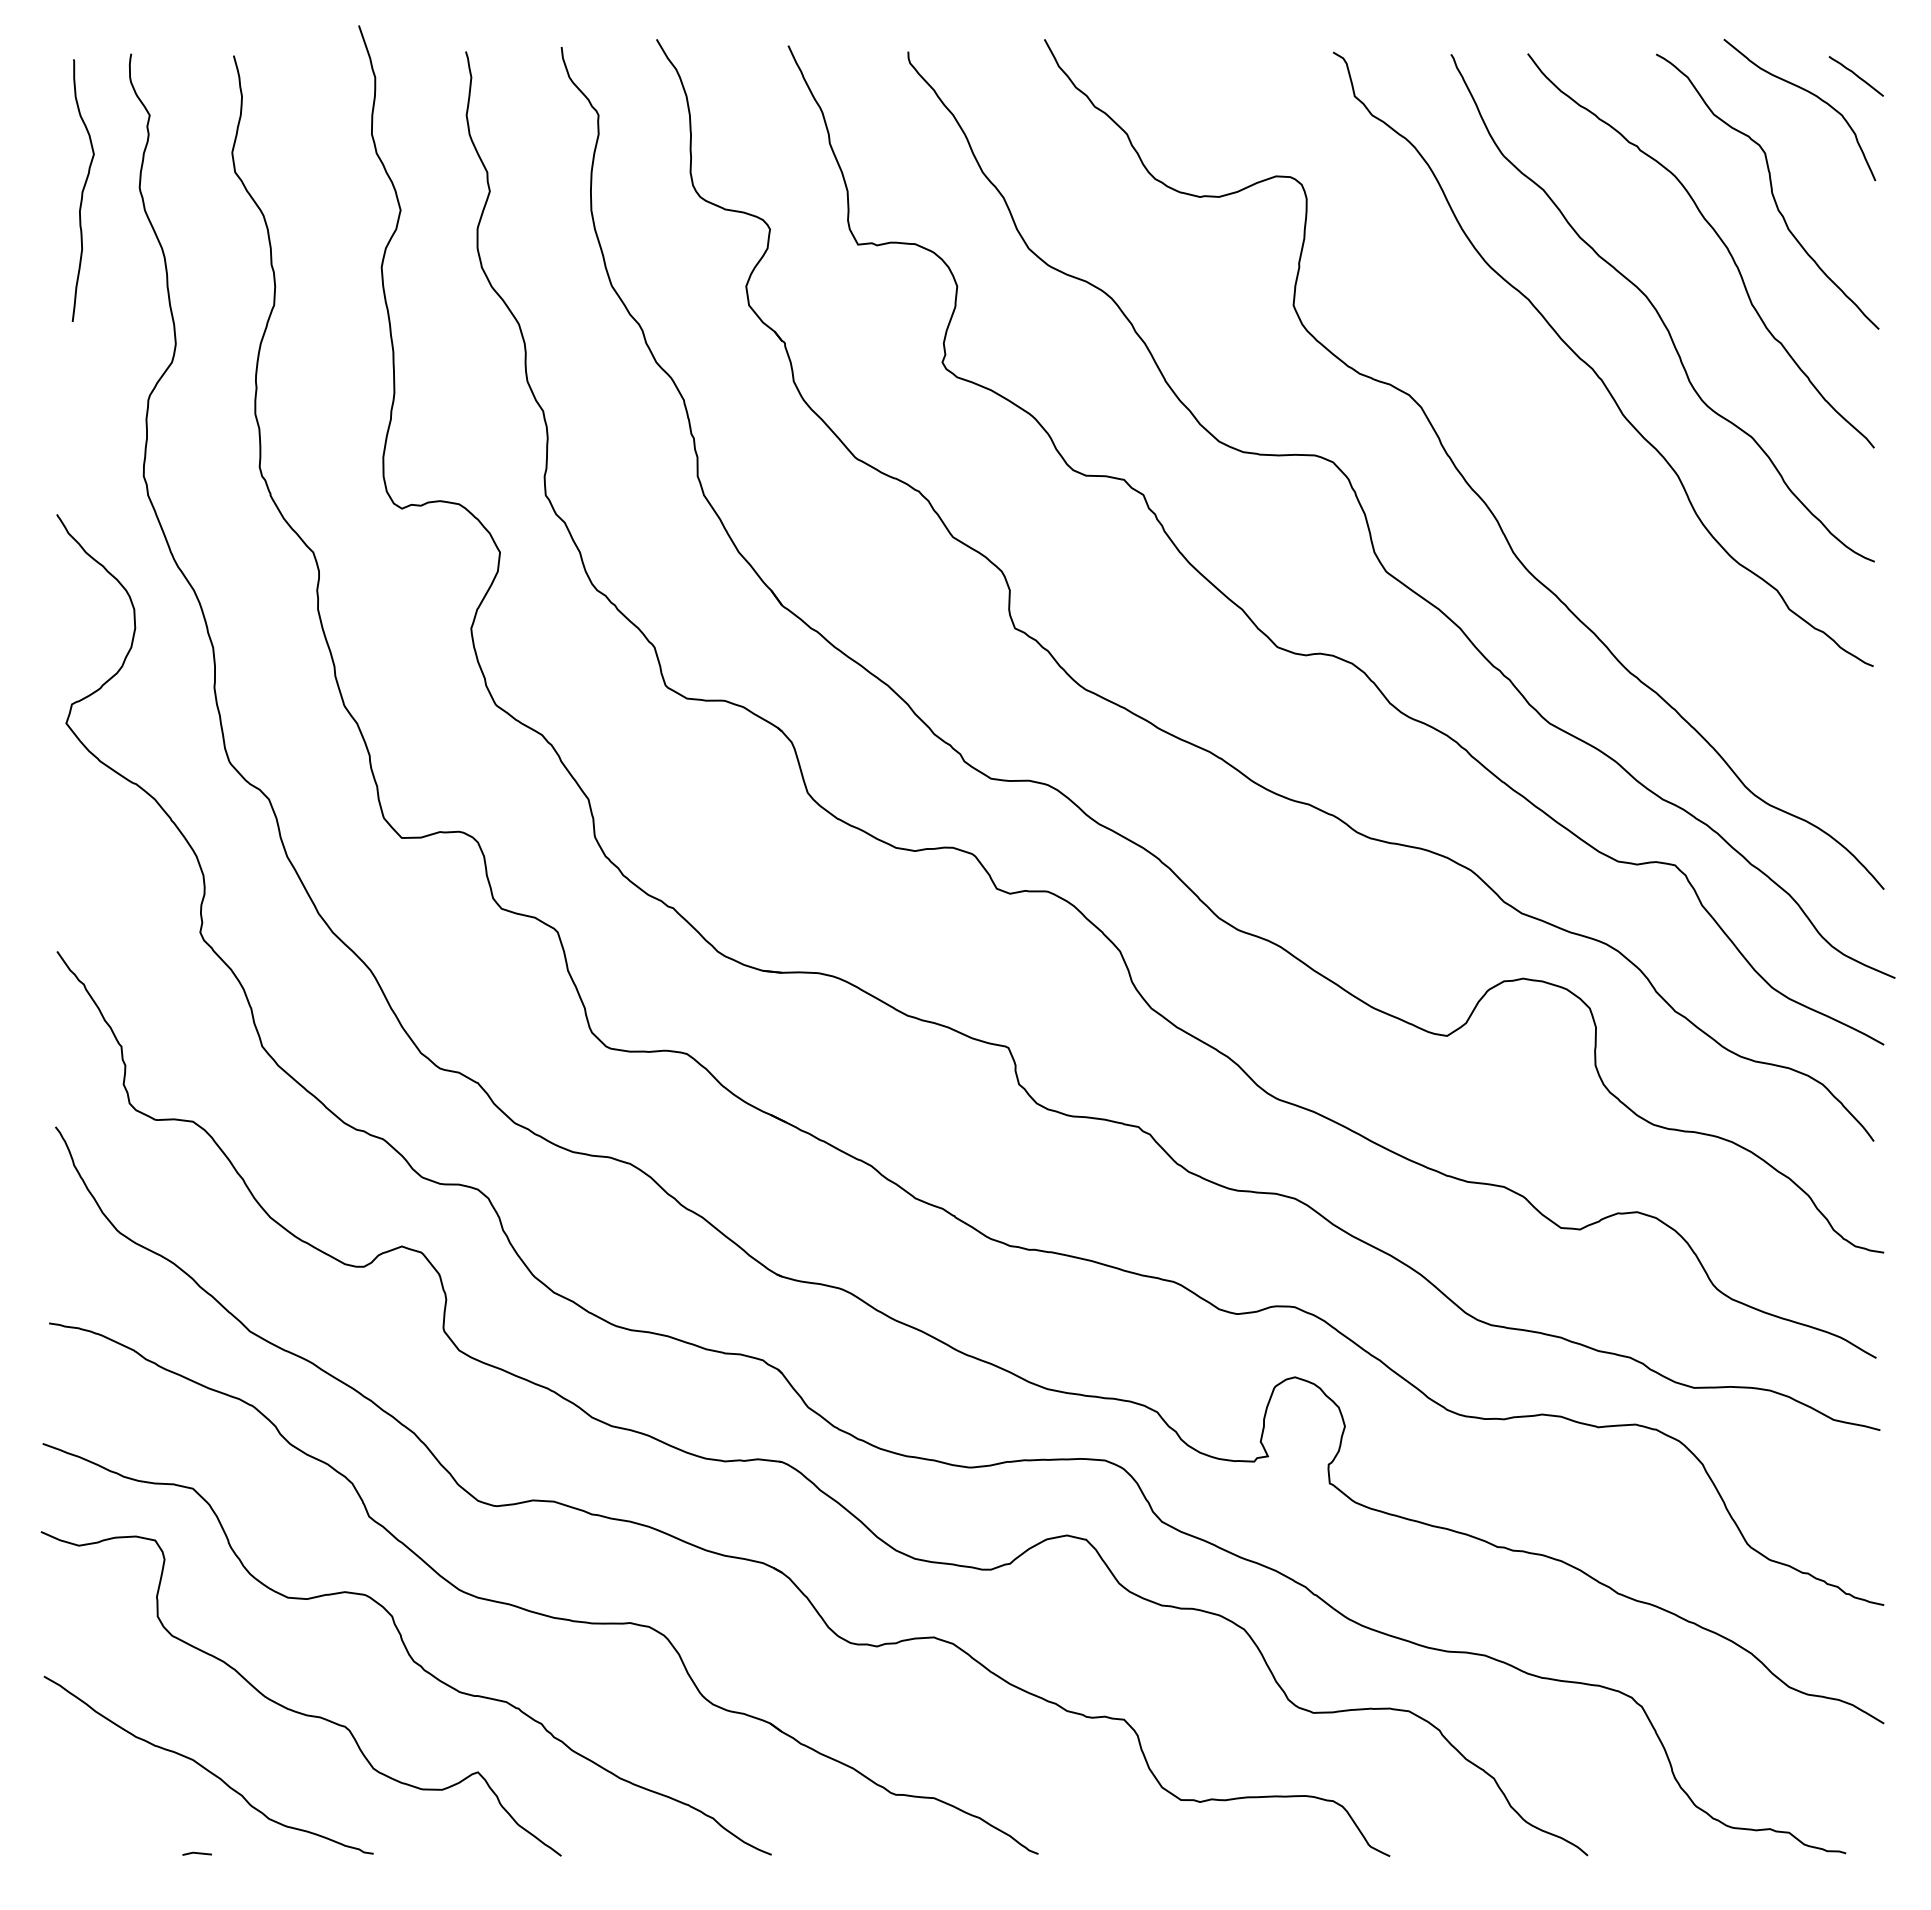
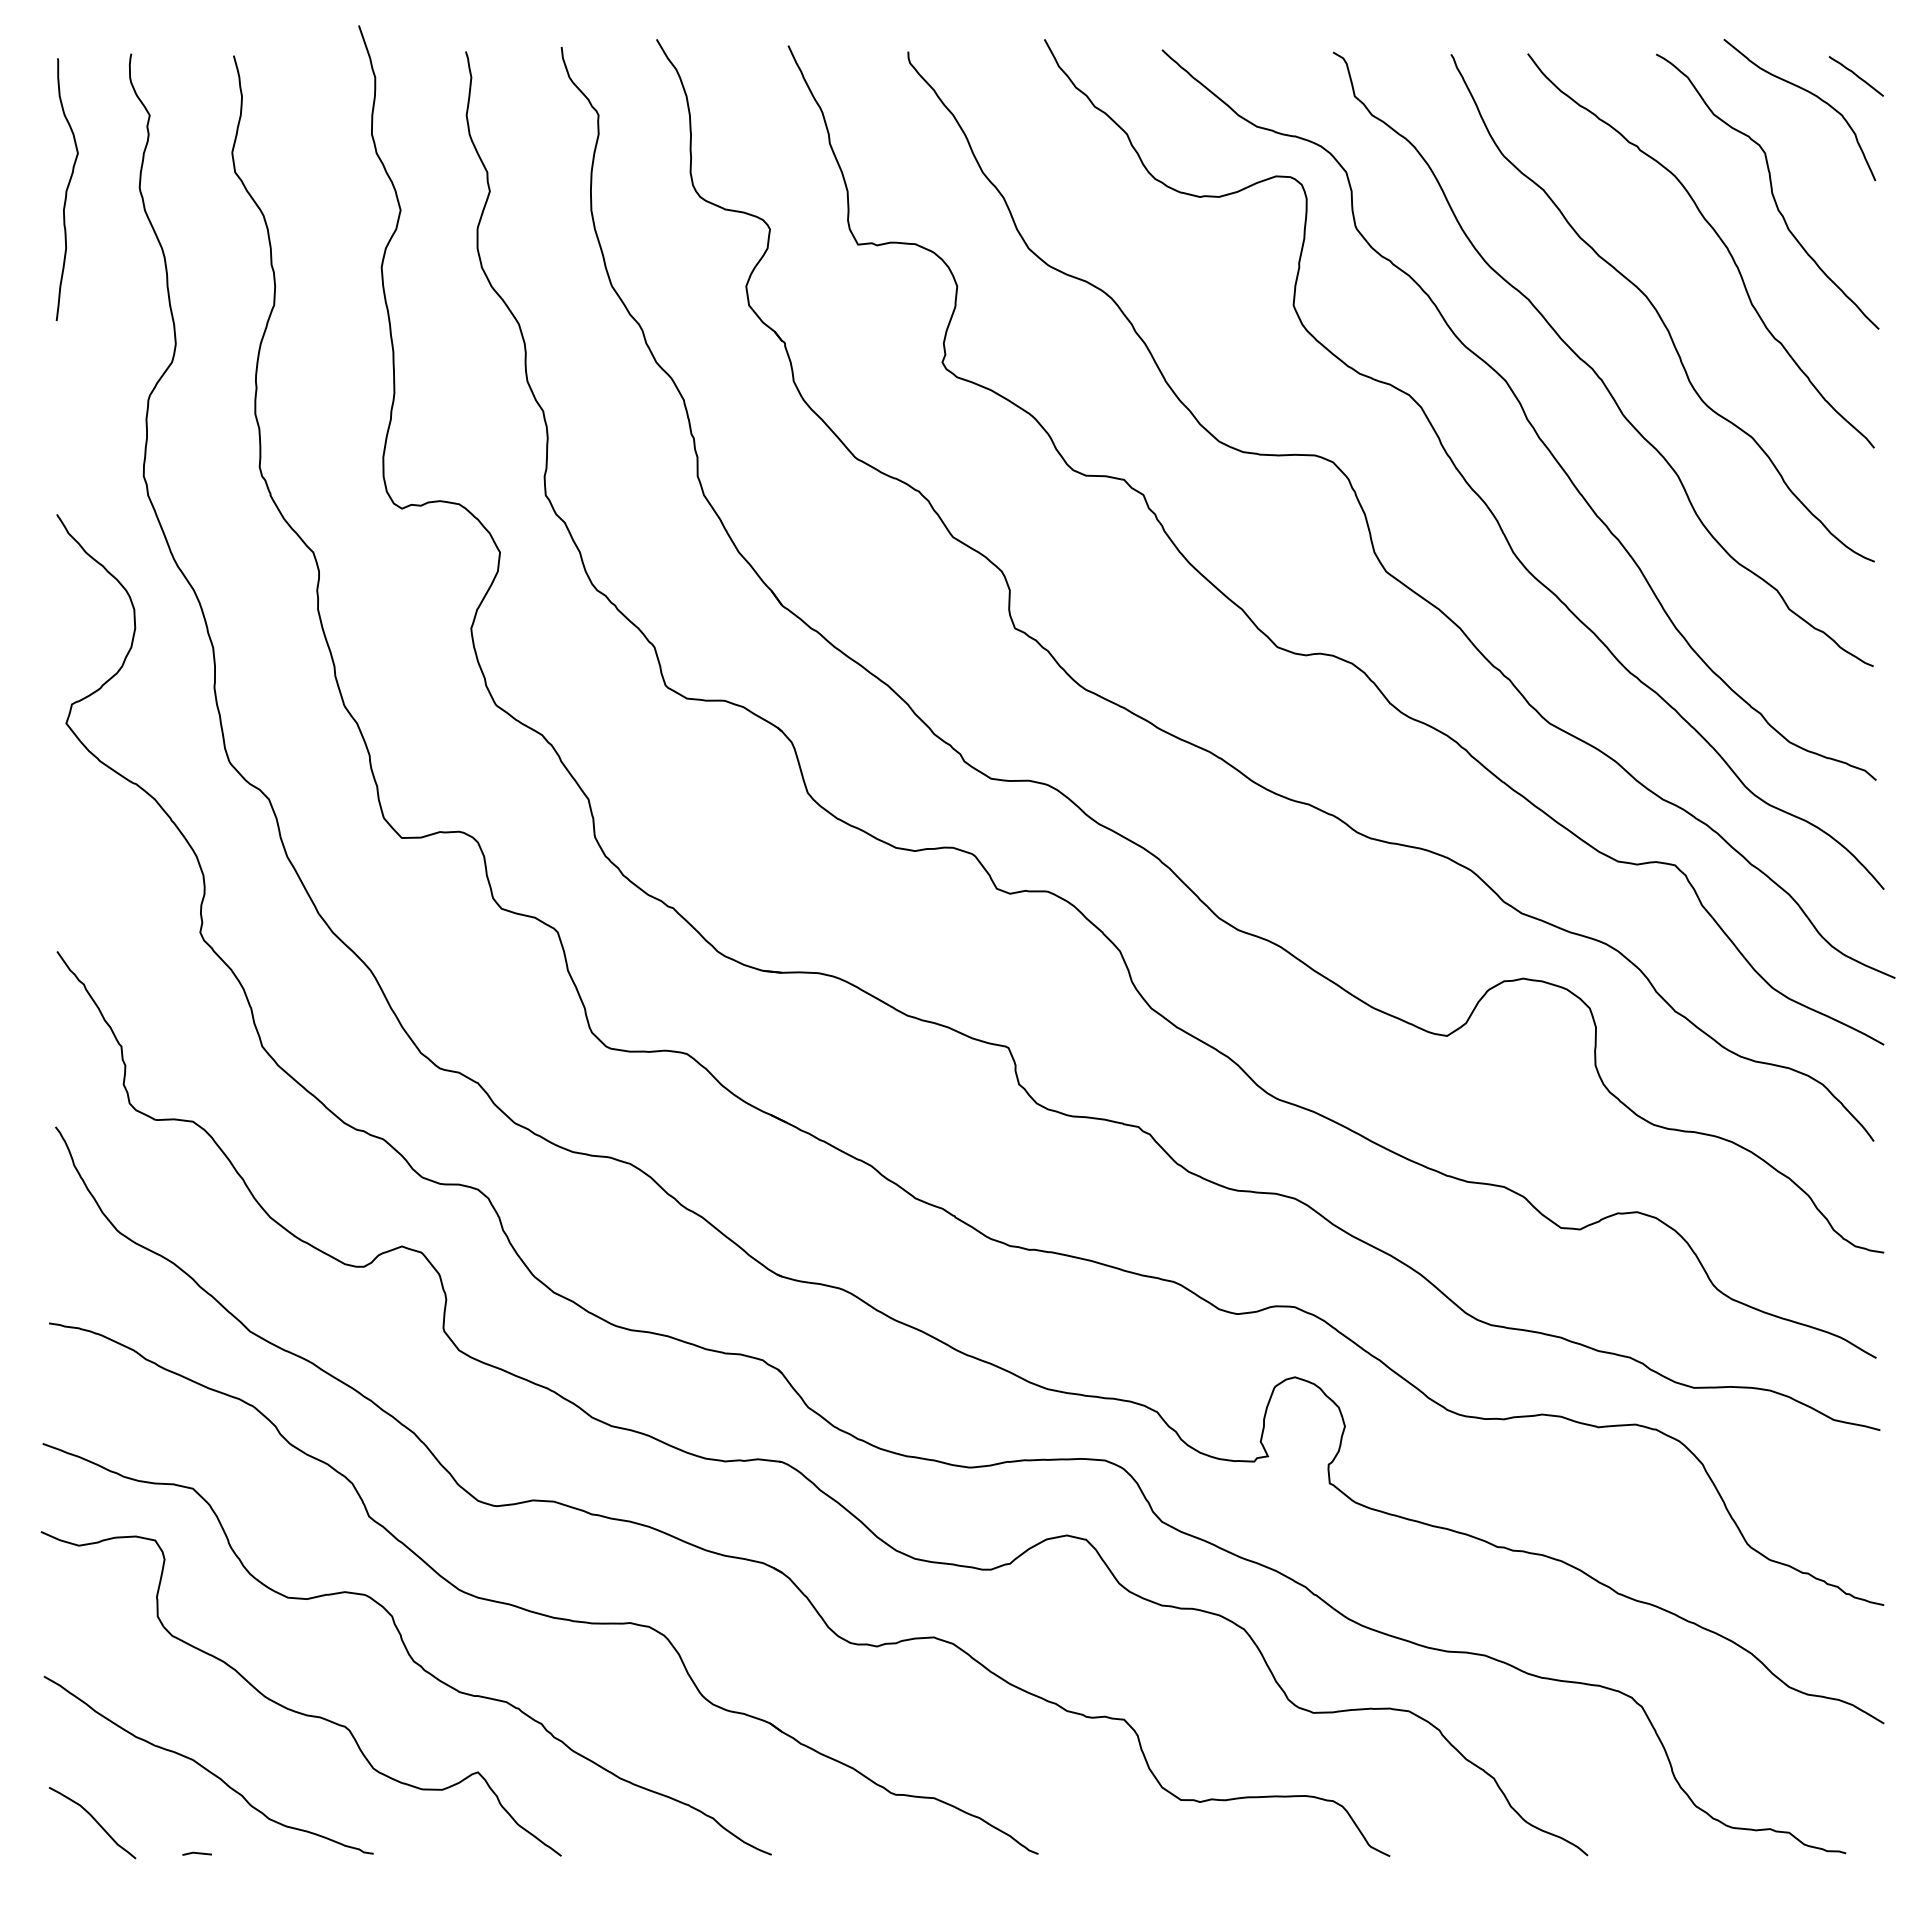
curve at (82, 190) position: (82, 190) -> (66, 189)
curve at (1522, 411): none -> present
curve at (94, 1820): none -> present
